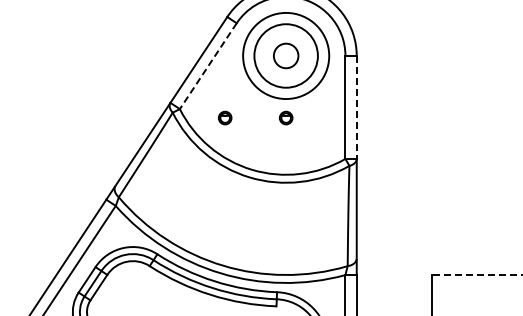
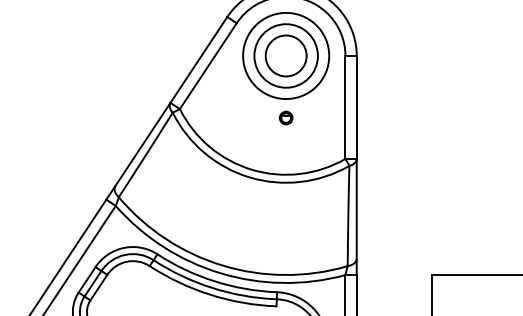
circle at (285, 55) diameter: 25 px -> 41 px
line at (208, 66): dashed -> solid
line at (356, 107): dashed -> solid
part at (225, 117): present -> none
line at (476, 274): dashed -> solid
